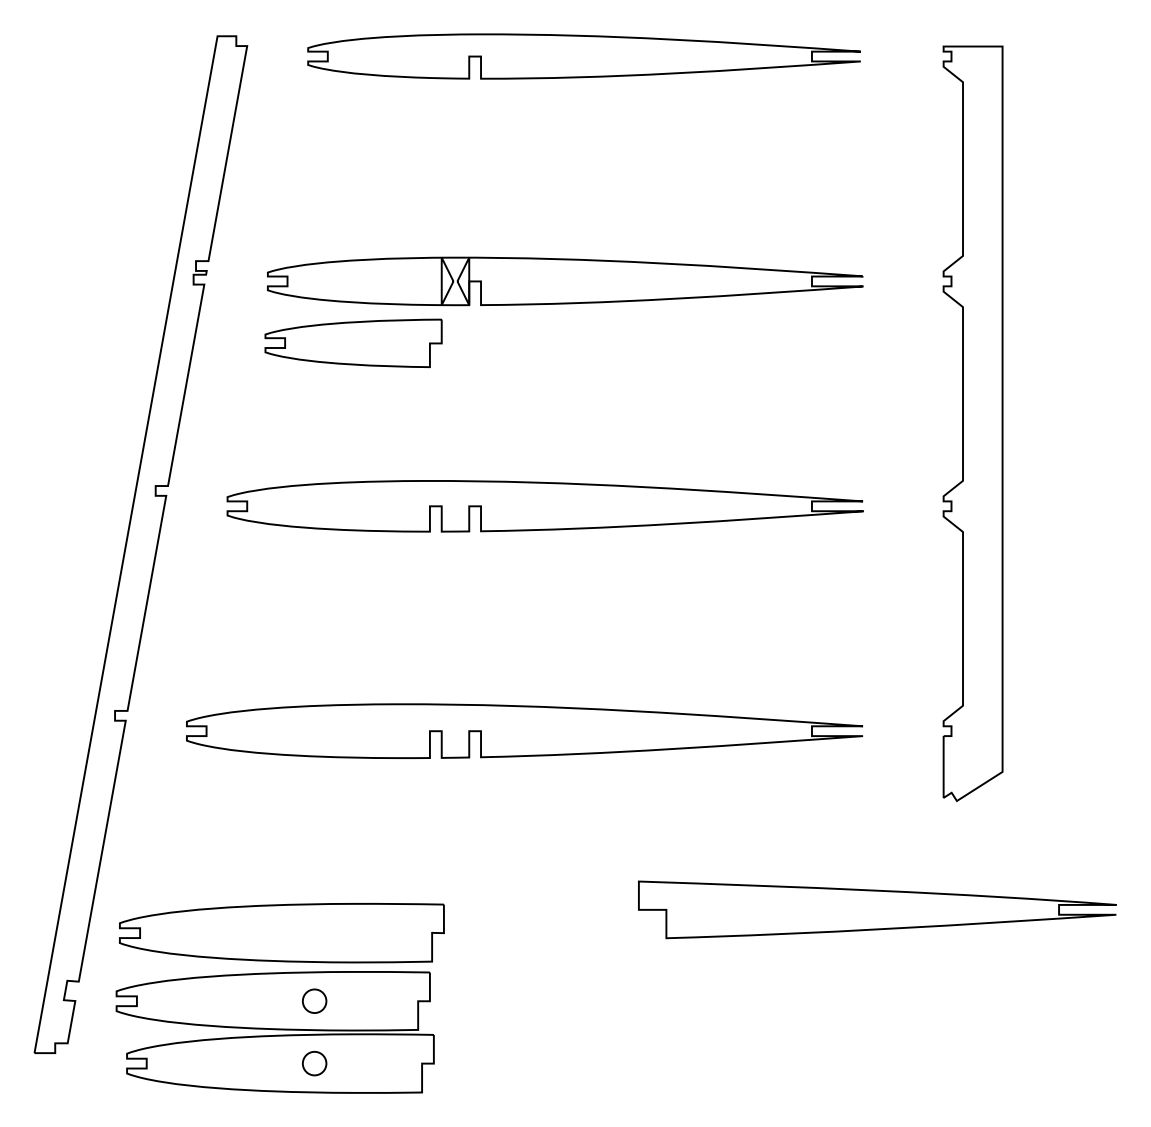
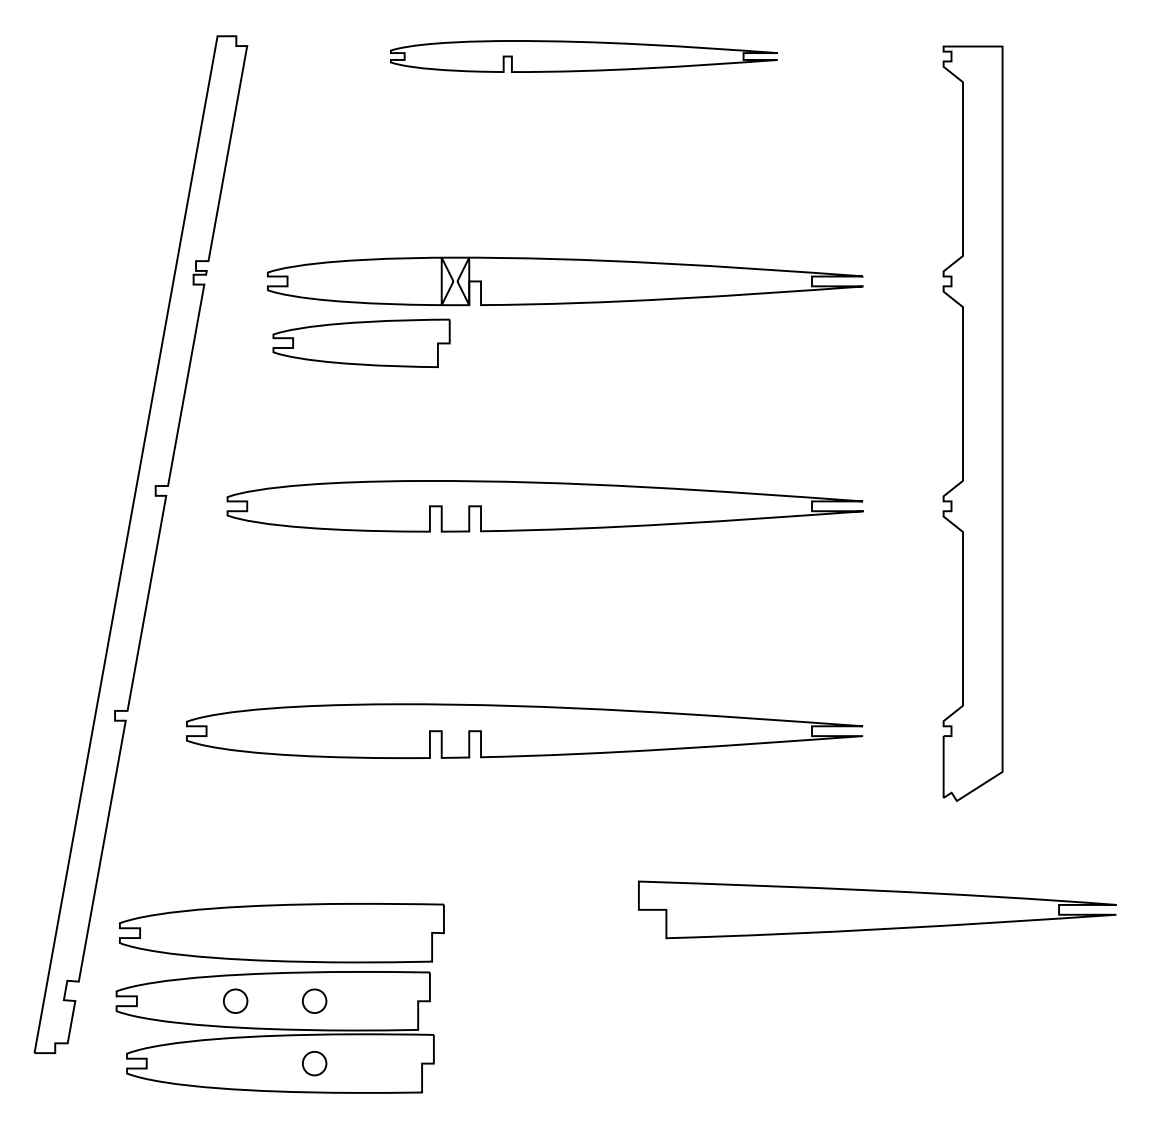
part at (583, 56) size: 554x47 px -> 388x33 px
part at (353, 342) position: (353, 342) -> (361, 342)
part at (235, 1000): none -> present
